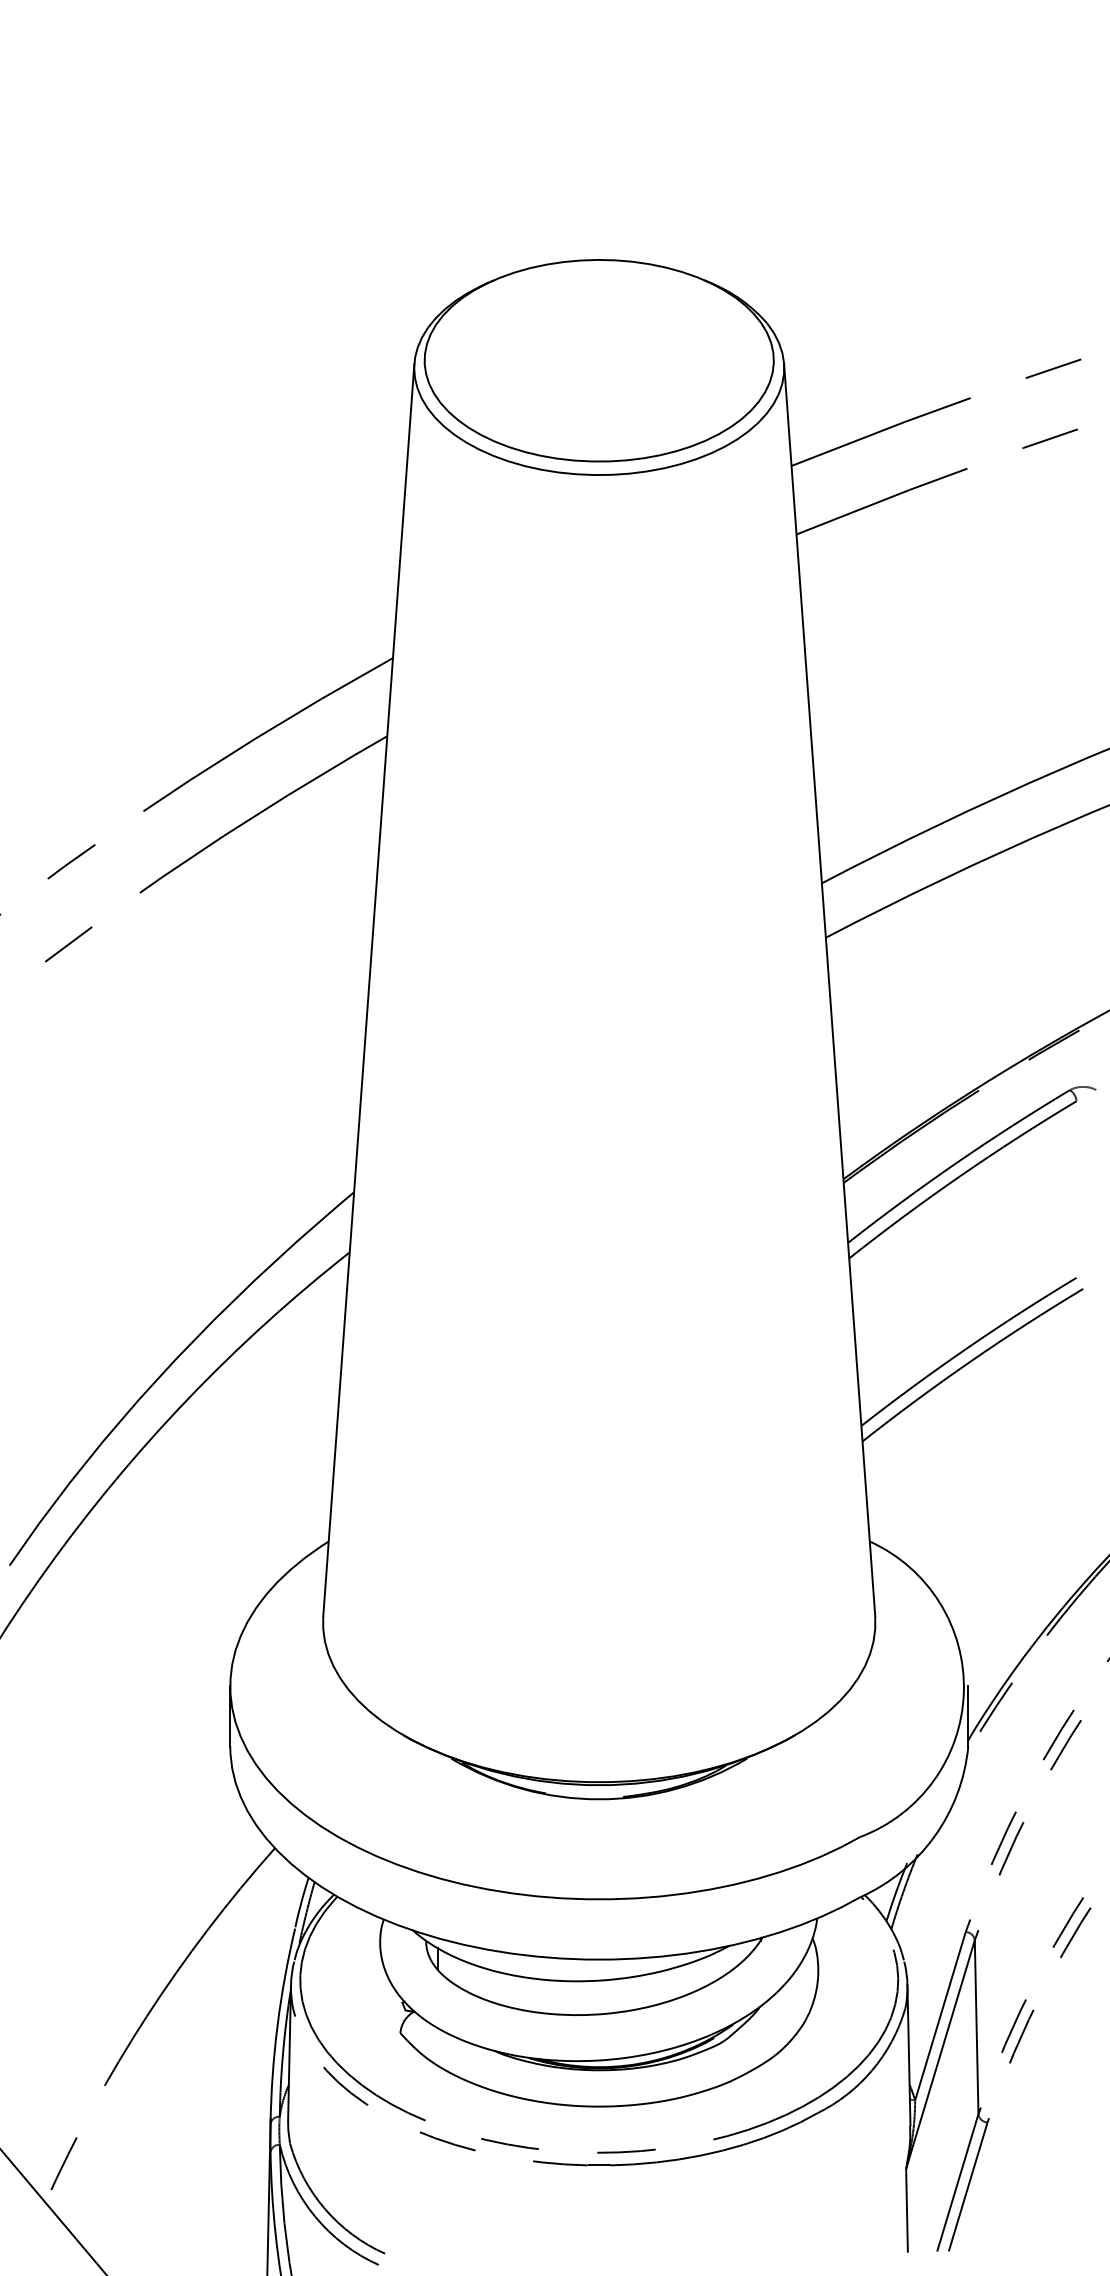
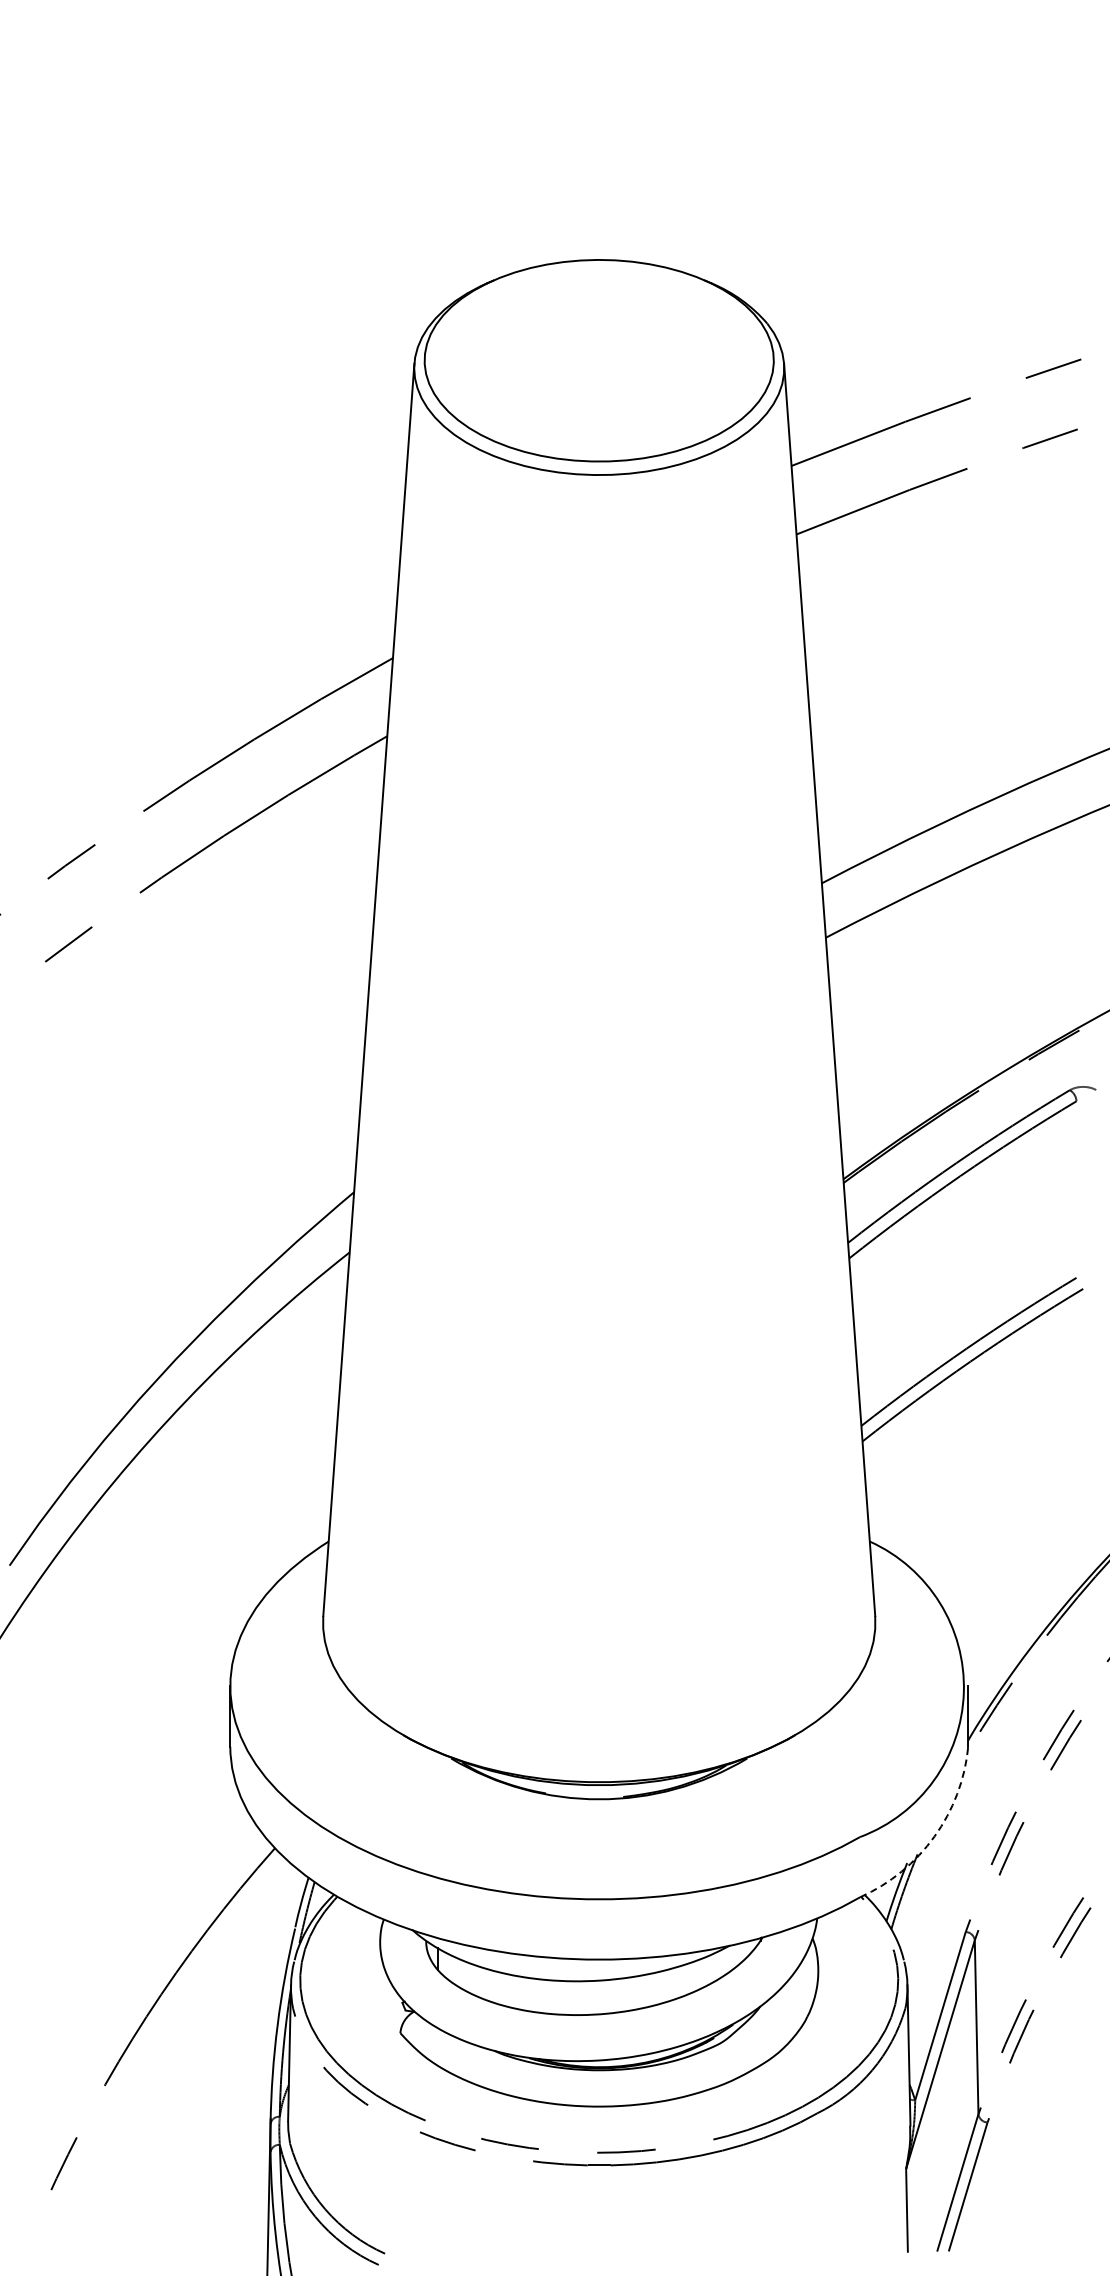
arc at (934, 1836): solid -> dashed
line at (53, 2211): present -> none
